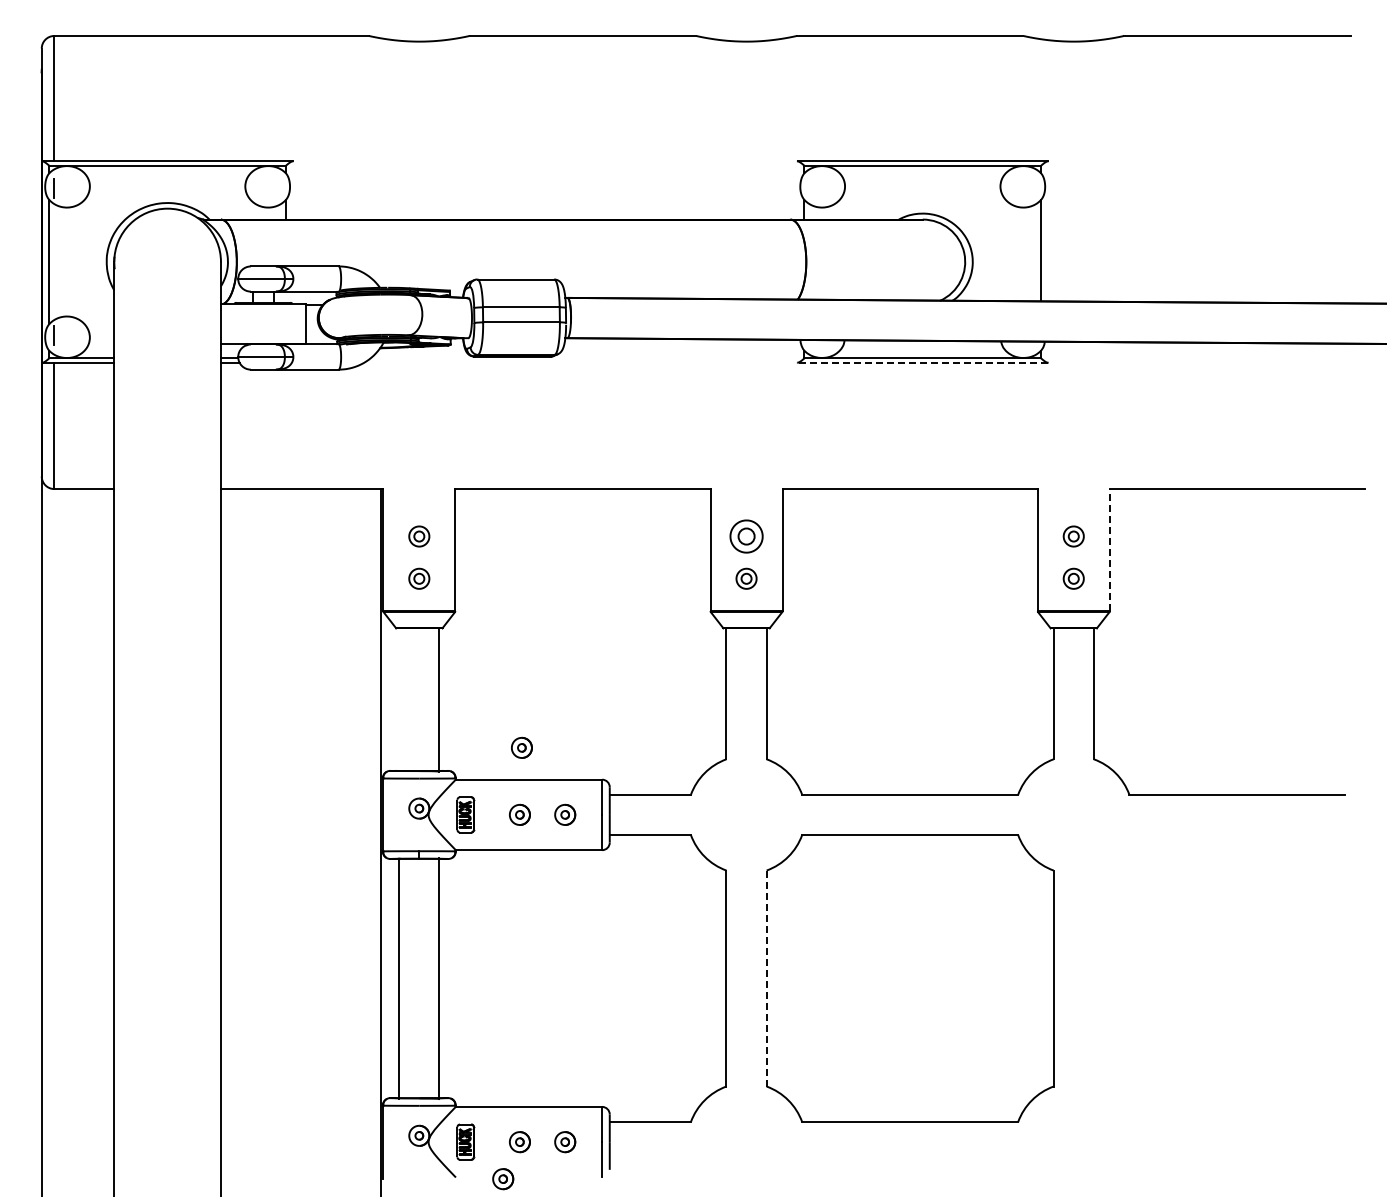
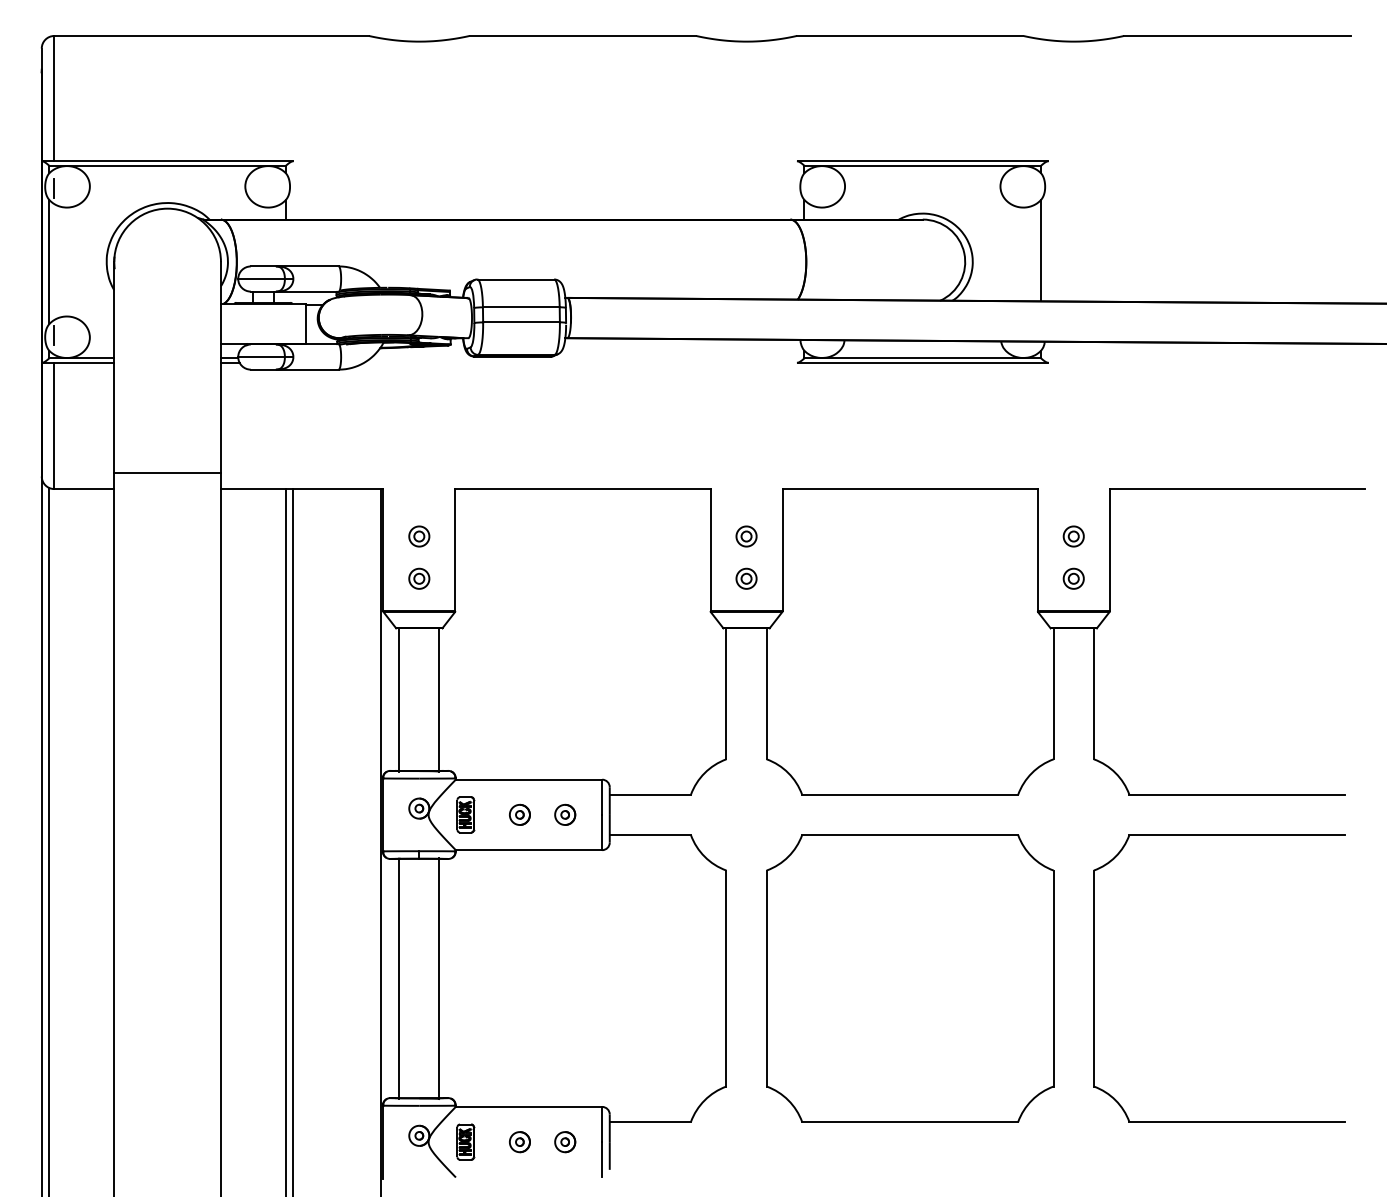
line at (922, 362): dashed -> solid
line at (167, 473): none -> present
part at (746, 536) size: 35x35 px -> 23x23 px
line at (1109, 549): dashed -> solid
line at (399, 700): none -> present
part at (521, 747): present -> none
line at (49, 840): none -> present
line at (285, 841): none -> present
line at (293, 841): none -> present
line at (766, 978): dashed -> solid
part at (1094, 978): none -> present
part at (503, 1179): present -> none
